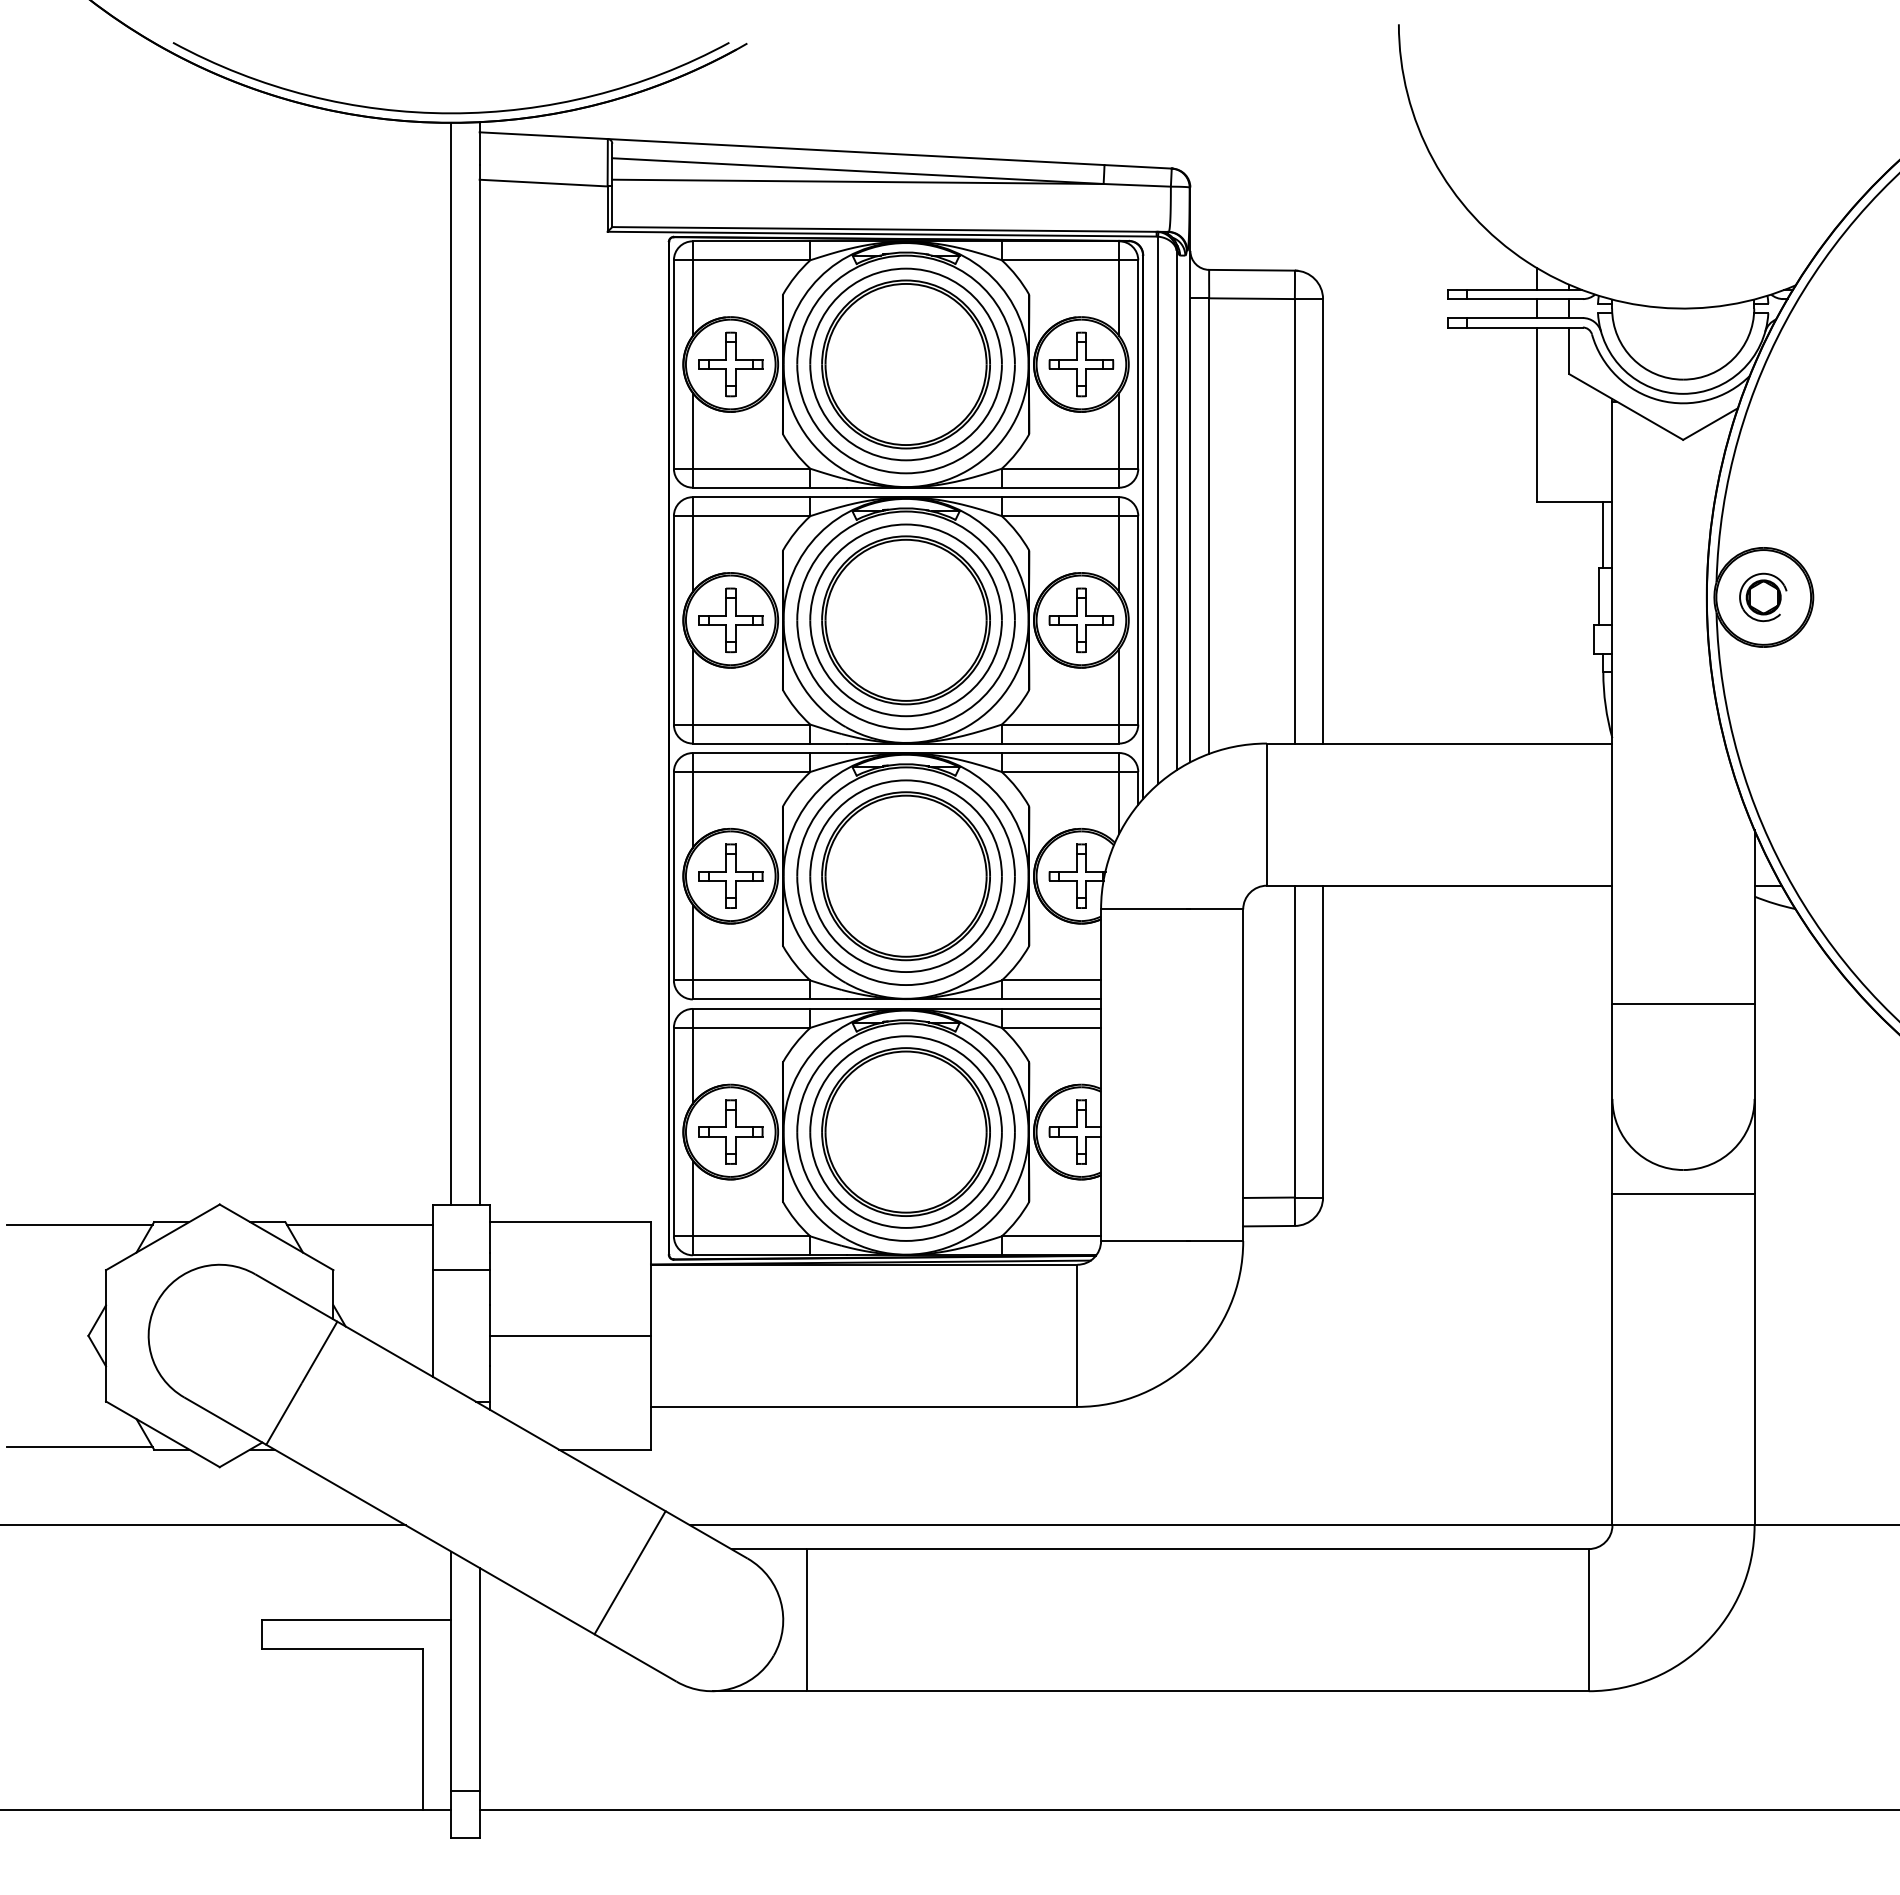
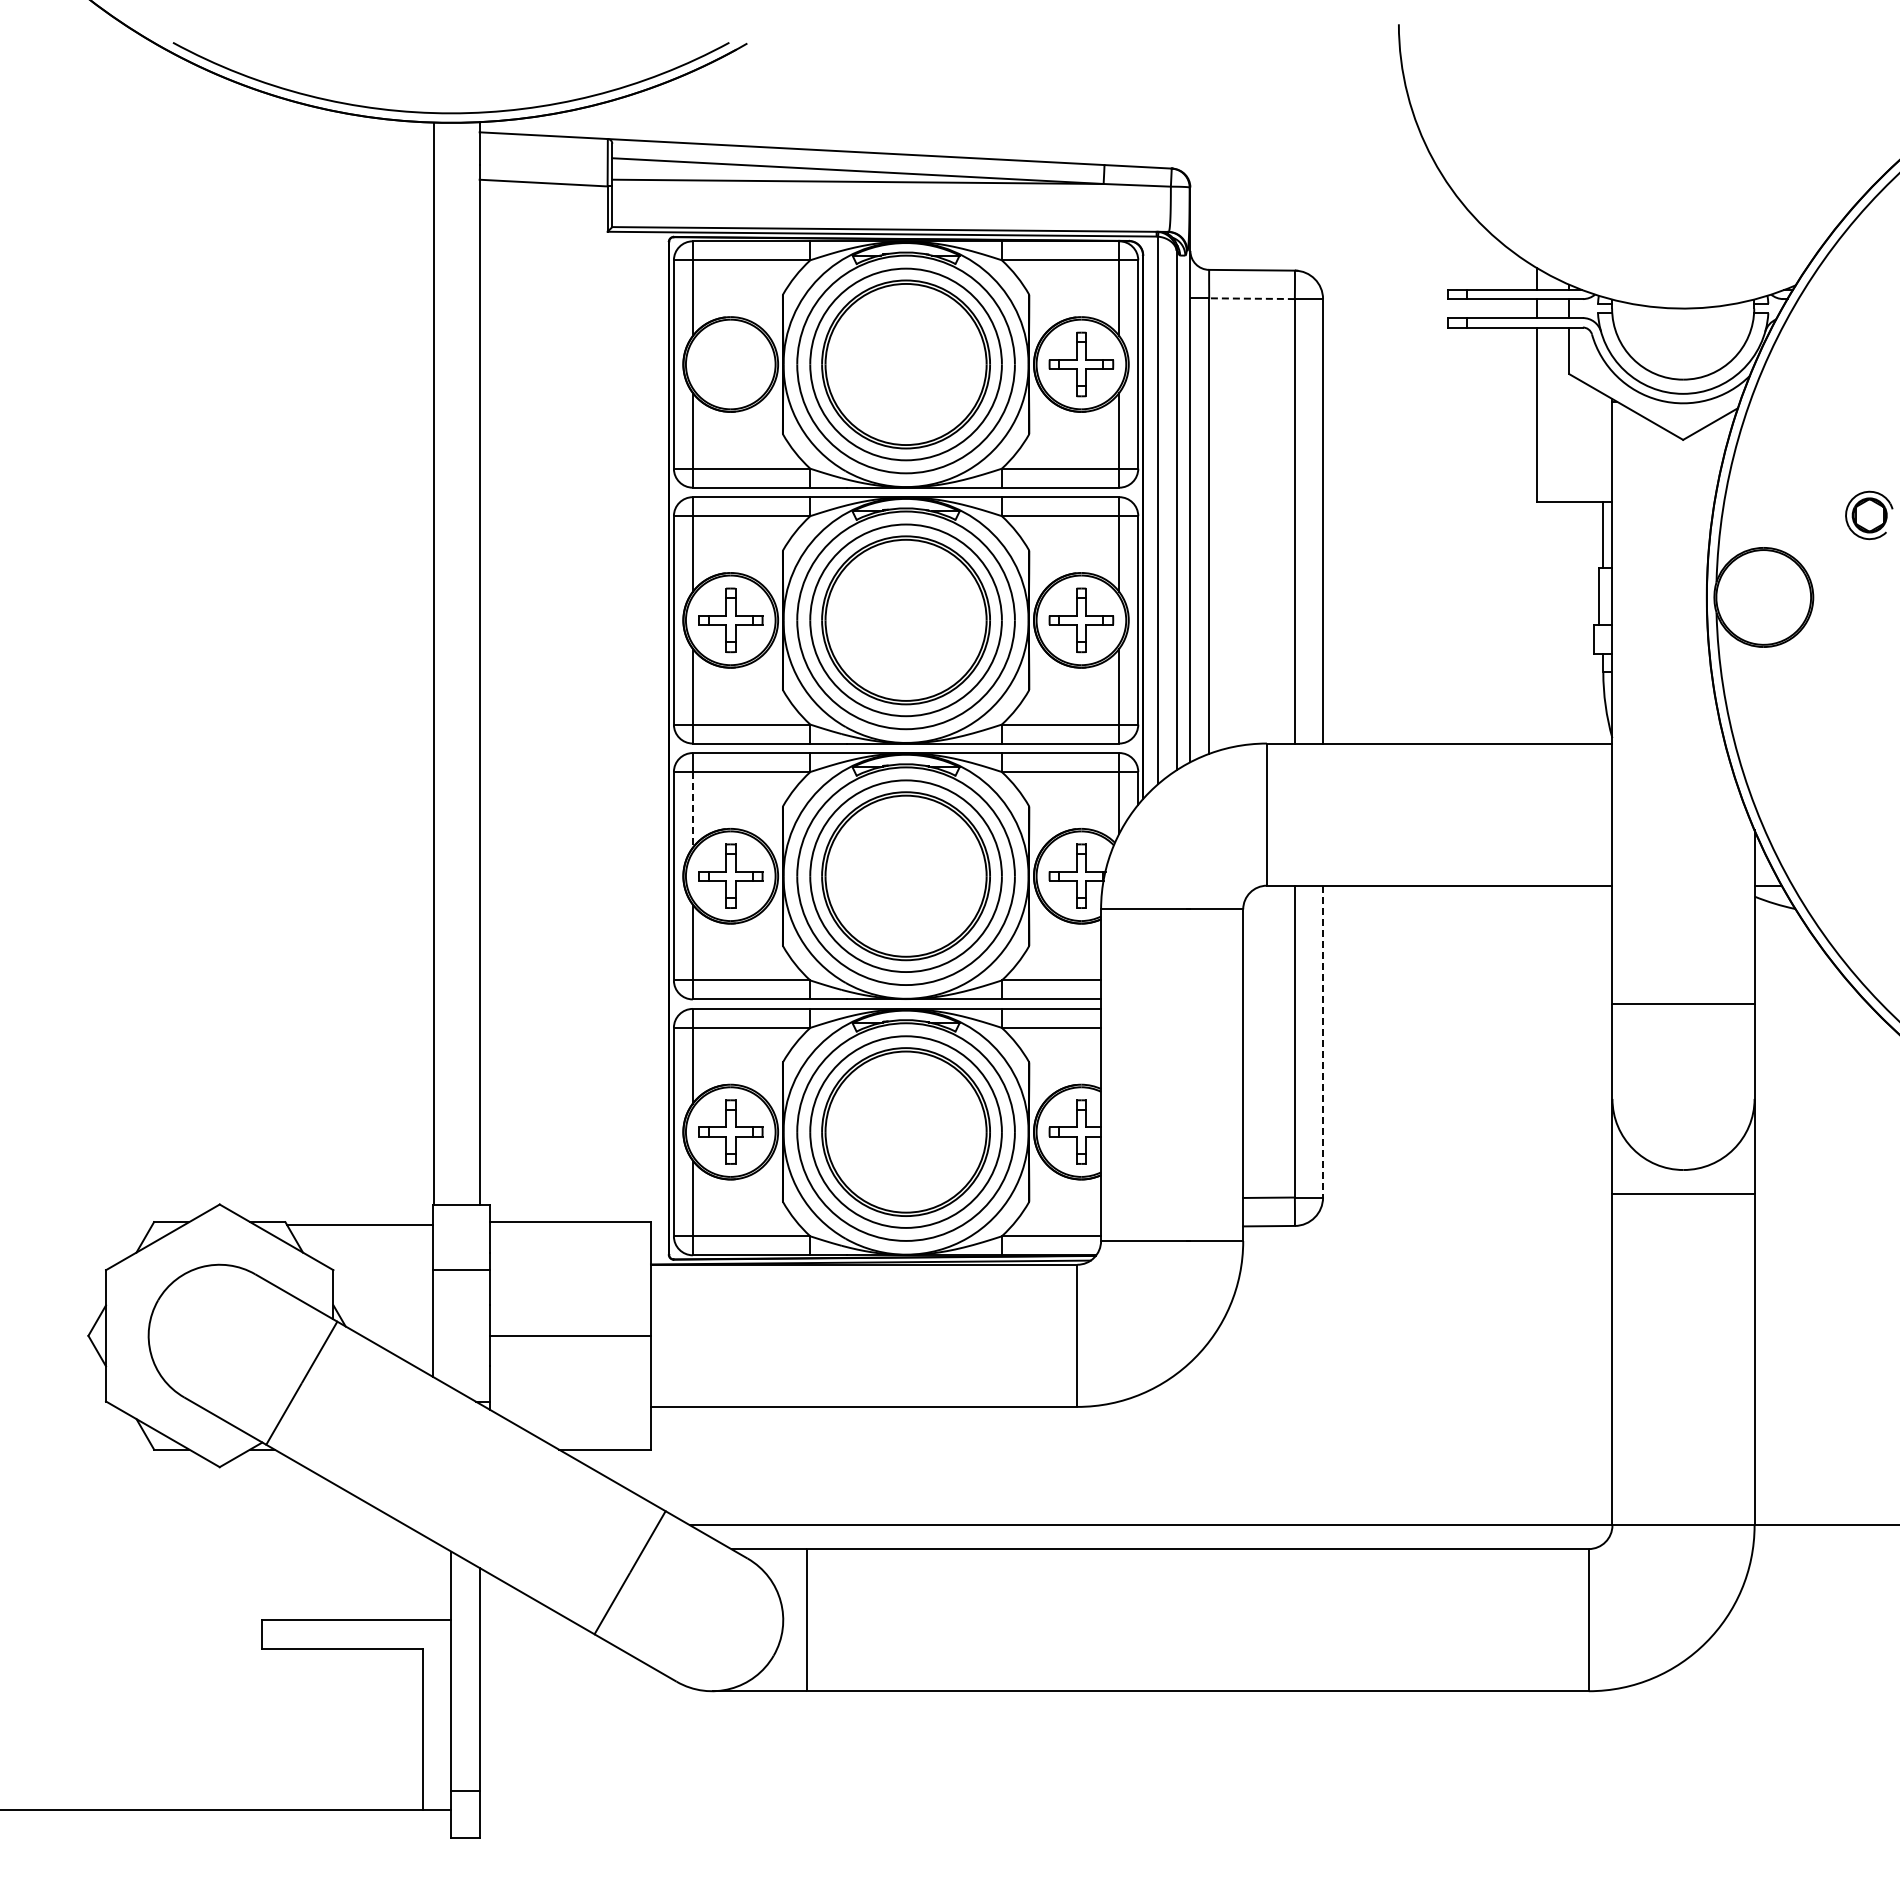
line at (1252, 298): solid -> dashed
part at (730, 364): present -> none
part at (1763, 597) position: (1763, 597) -> (1869, 515)
line at (451, 663) position: (451, 663) -> (434, 663)
line at (692, 809): solid -> dashed
line at (1323, 1041): solid -> dashed
line at (79, 1224): present -> none
line at (79, 1447): present -> none
line at (203, 1525): present -> none
line at (1187, 1809): present -> none
